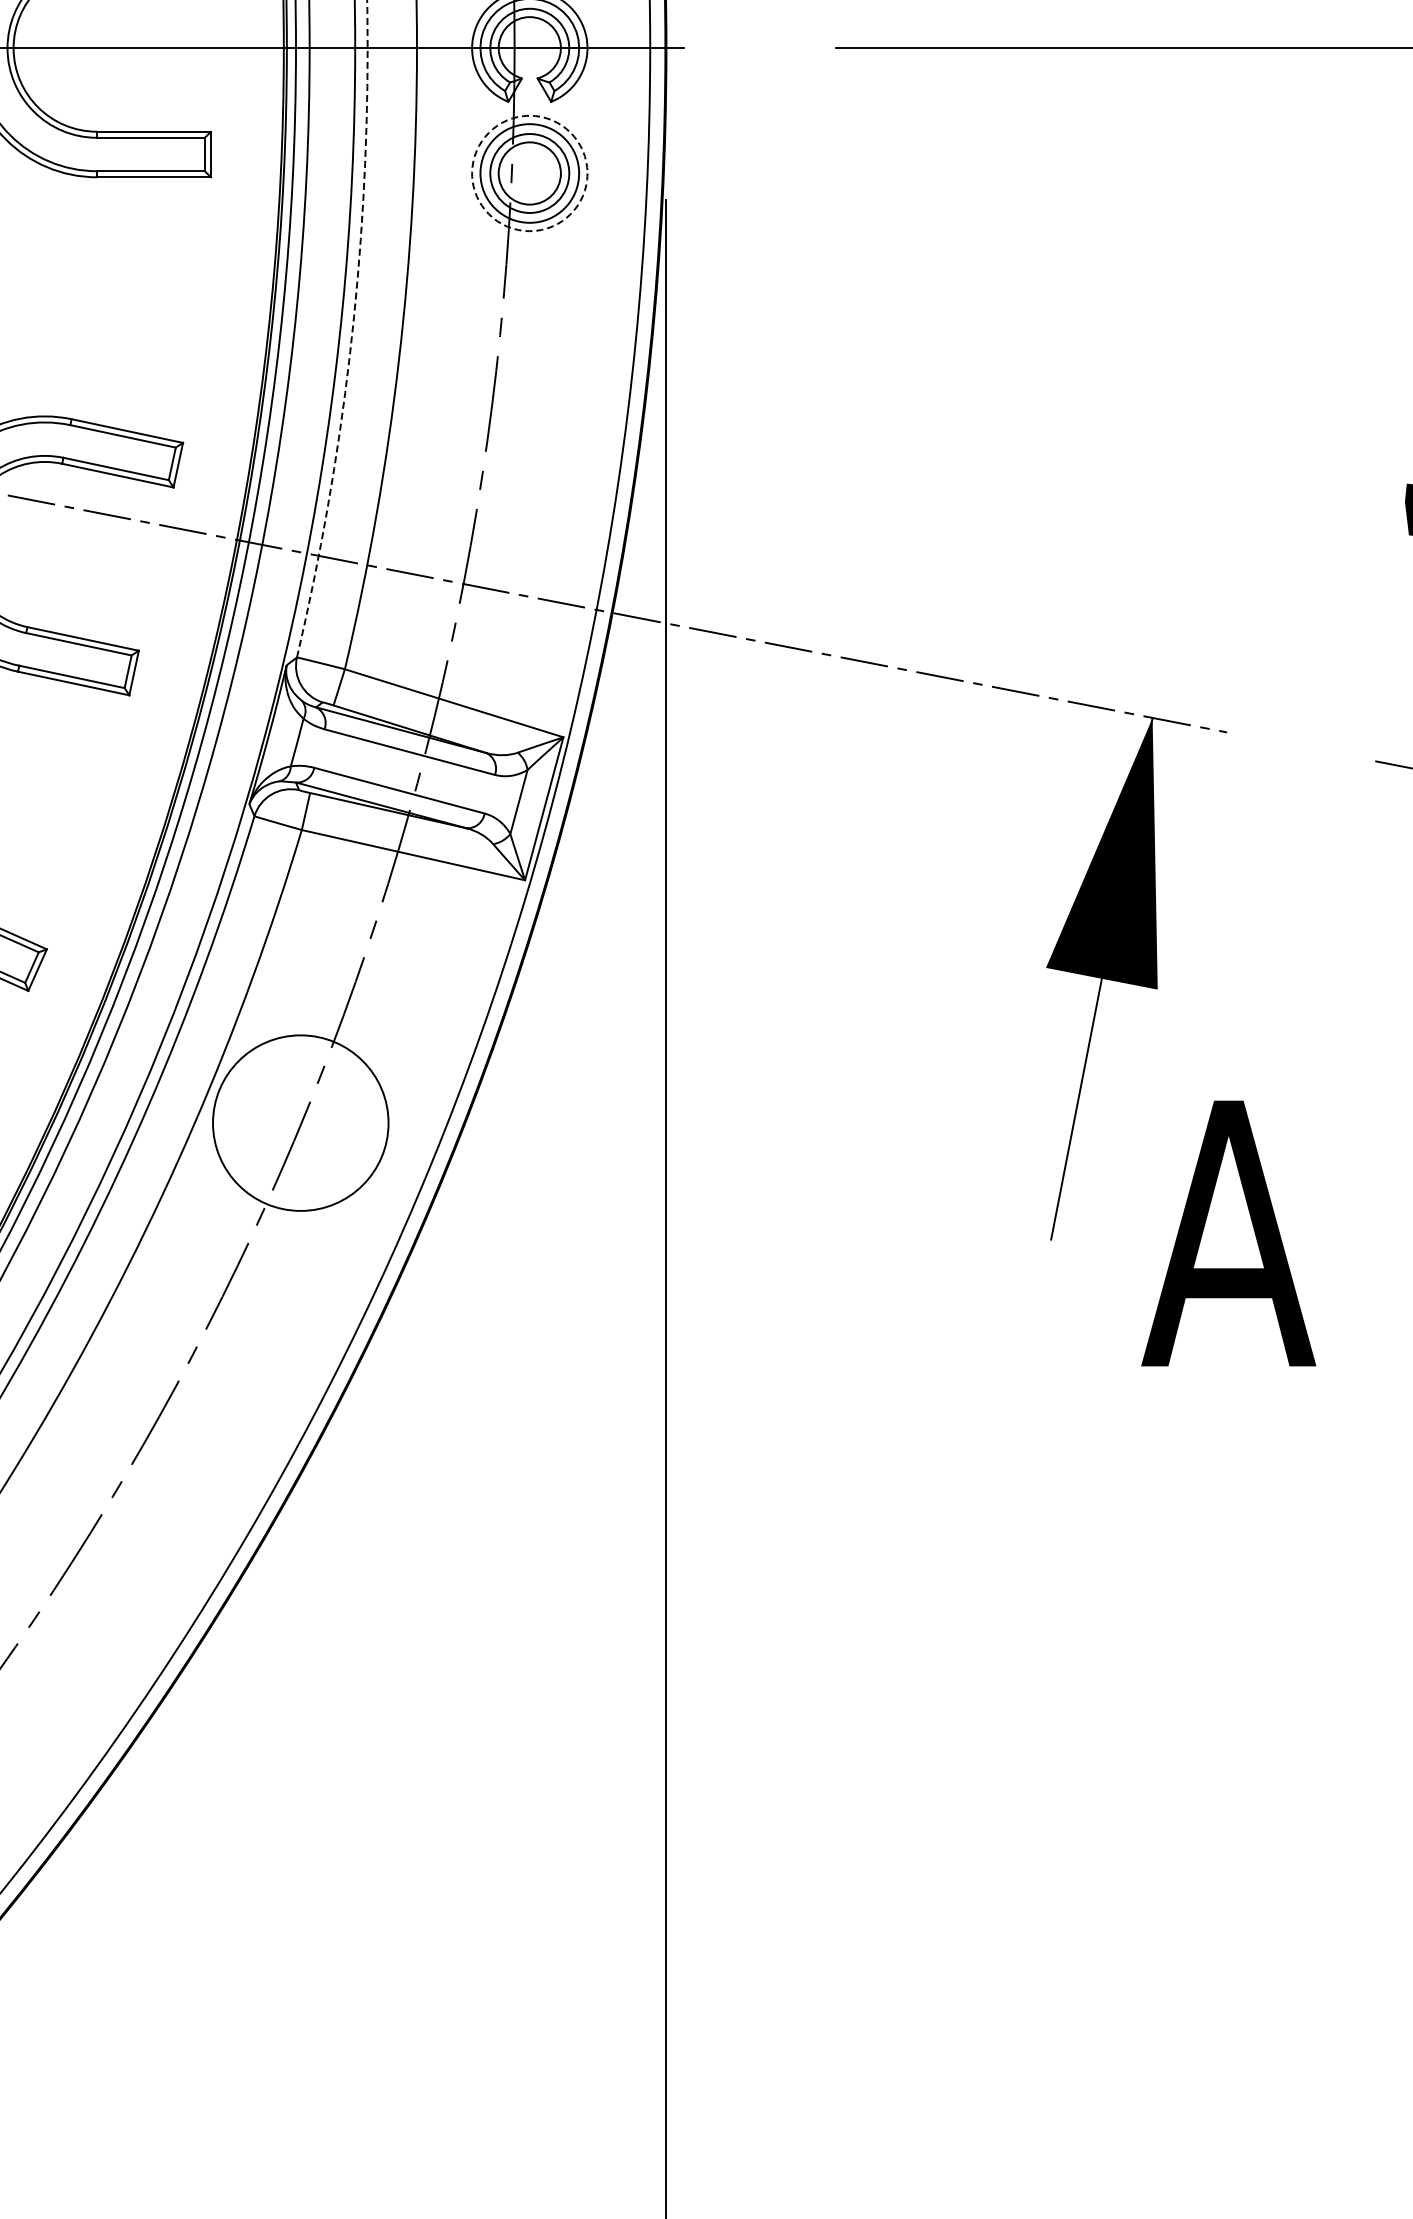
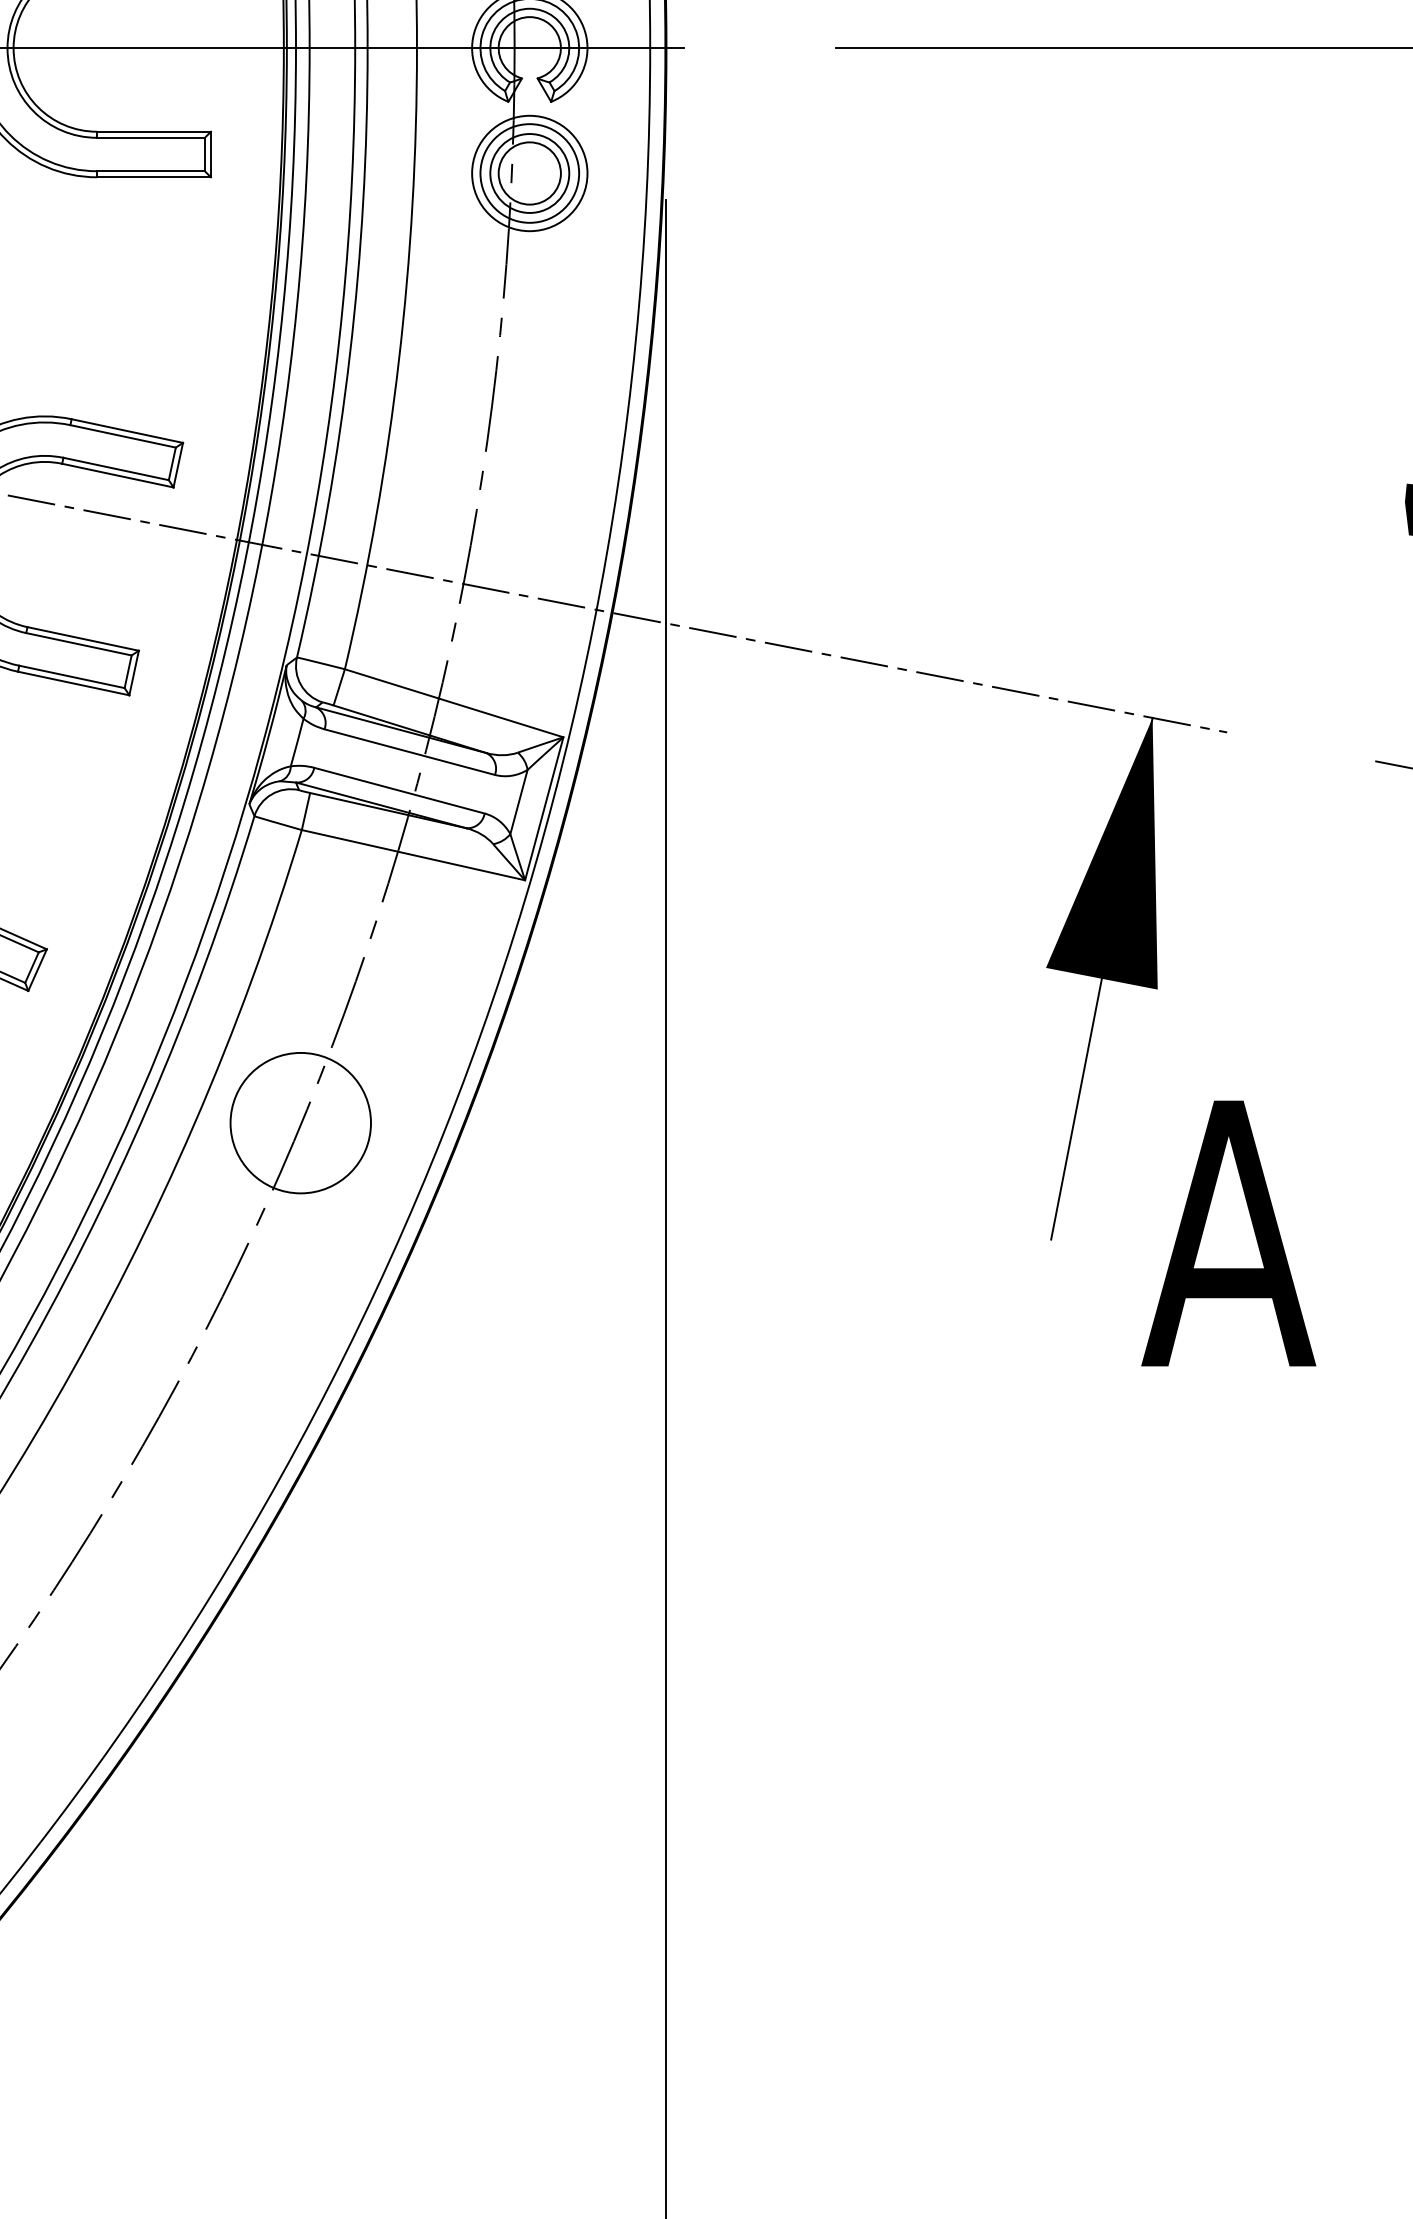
circle at (529, 173): dashed -> solid
arc at (352, 331): dashed -> solid
circle at (300, 1122) diameter: 176 px -> 140 px
